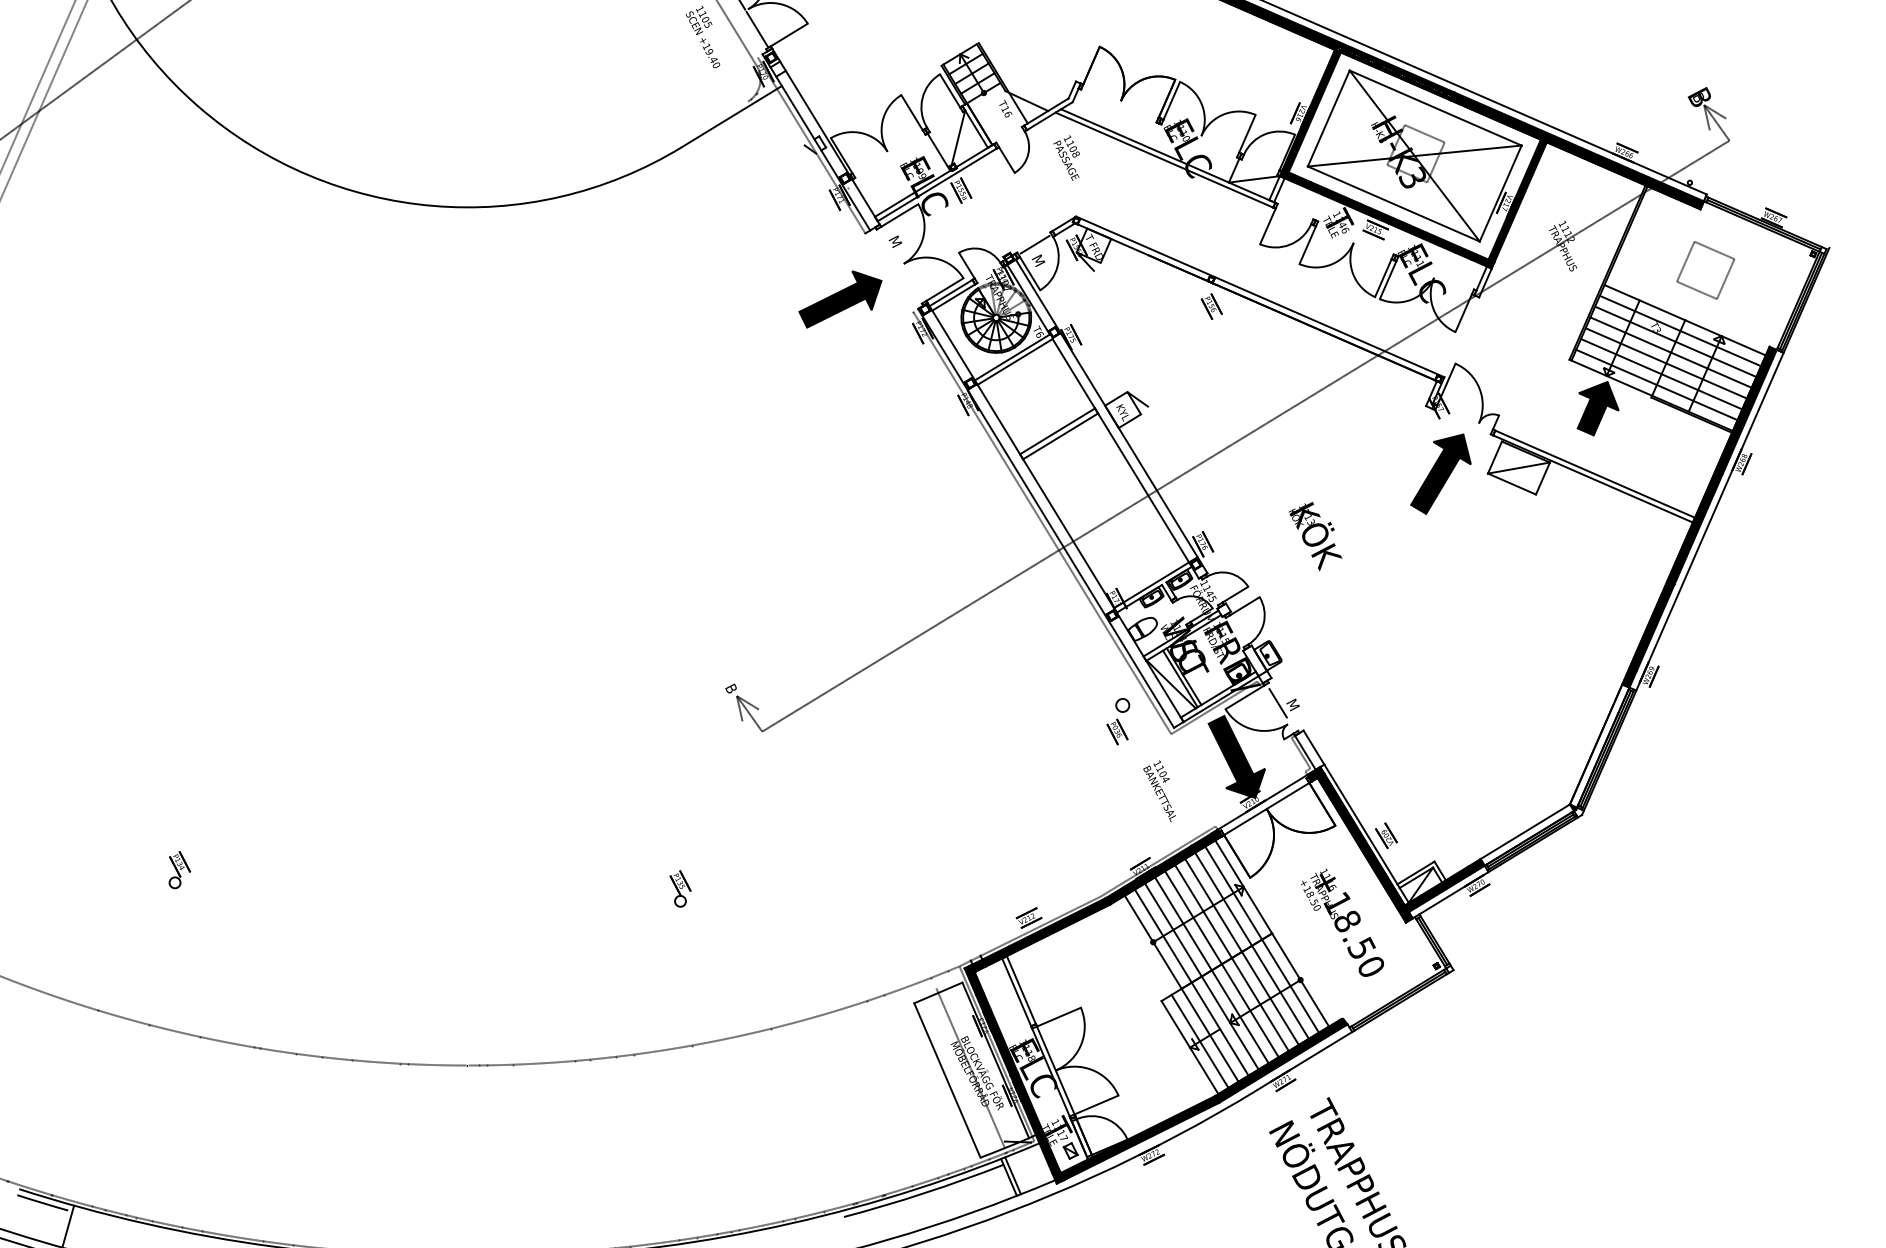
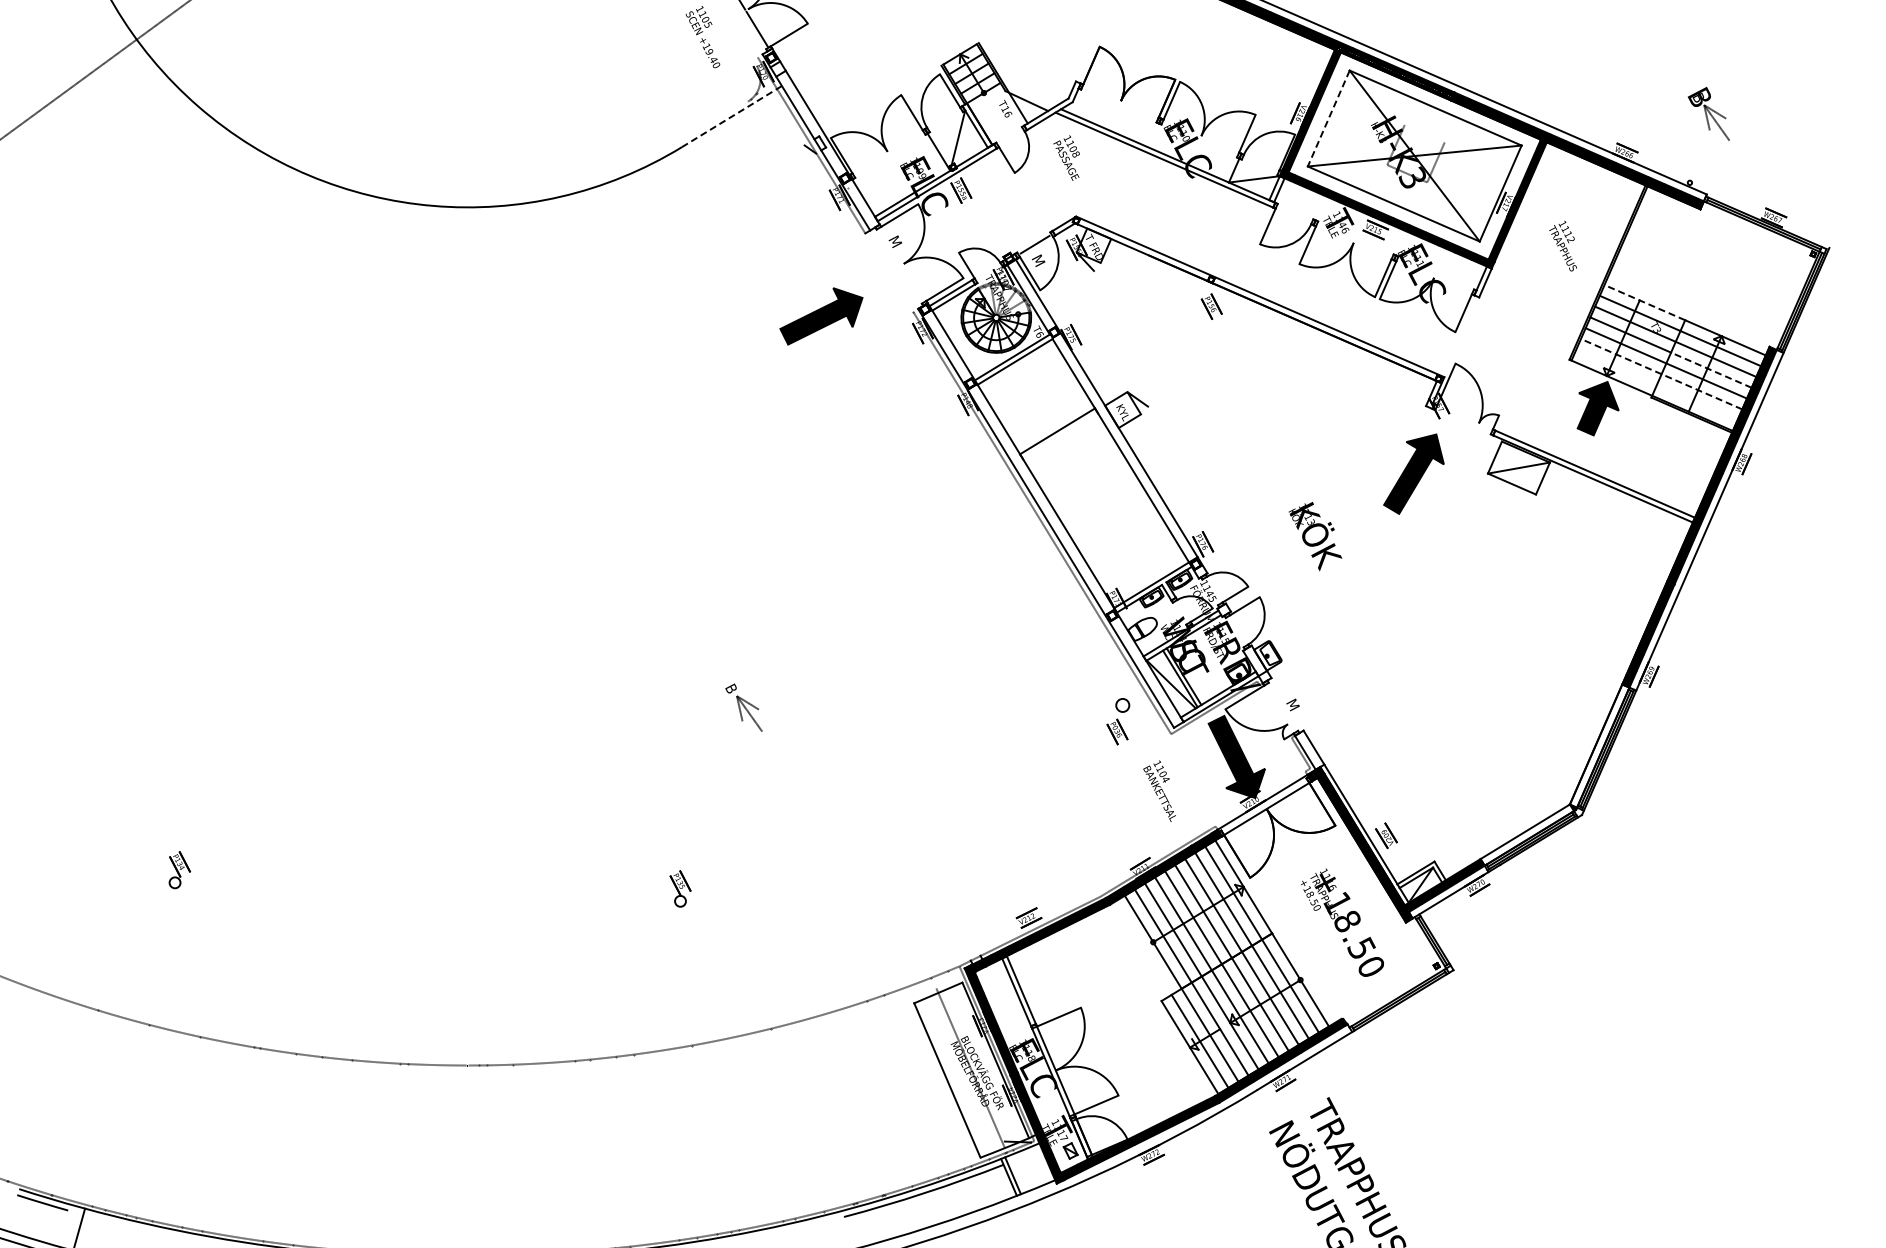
line at (736, 33): present -> none
line at (38, 85): present -> none
line at (44, 98): present -> none
line at (731, 116): solid -> dashed
line at (1328, 119): solid -> dashed
line at (1424, 133): present -> none
part at (1705, 270): present -> none
part at (840, 299) position: (840, 299) -> (821, 316)
line at (1644, 302): solid -> dashed
line at (1710, 370): solid -> dashed
line at (1661, 374): solid -> dashed
line at (1656, 384): present -> none
line at (1245, 435): present -> none
line at (1060, 436): present -> none
part at (1440, 473) position: (1440, 473) -> (1413, 473)
line at (1277, 703): present -> none
line at (68, 1224) position: (68, 1224) -> (80, 1226)
